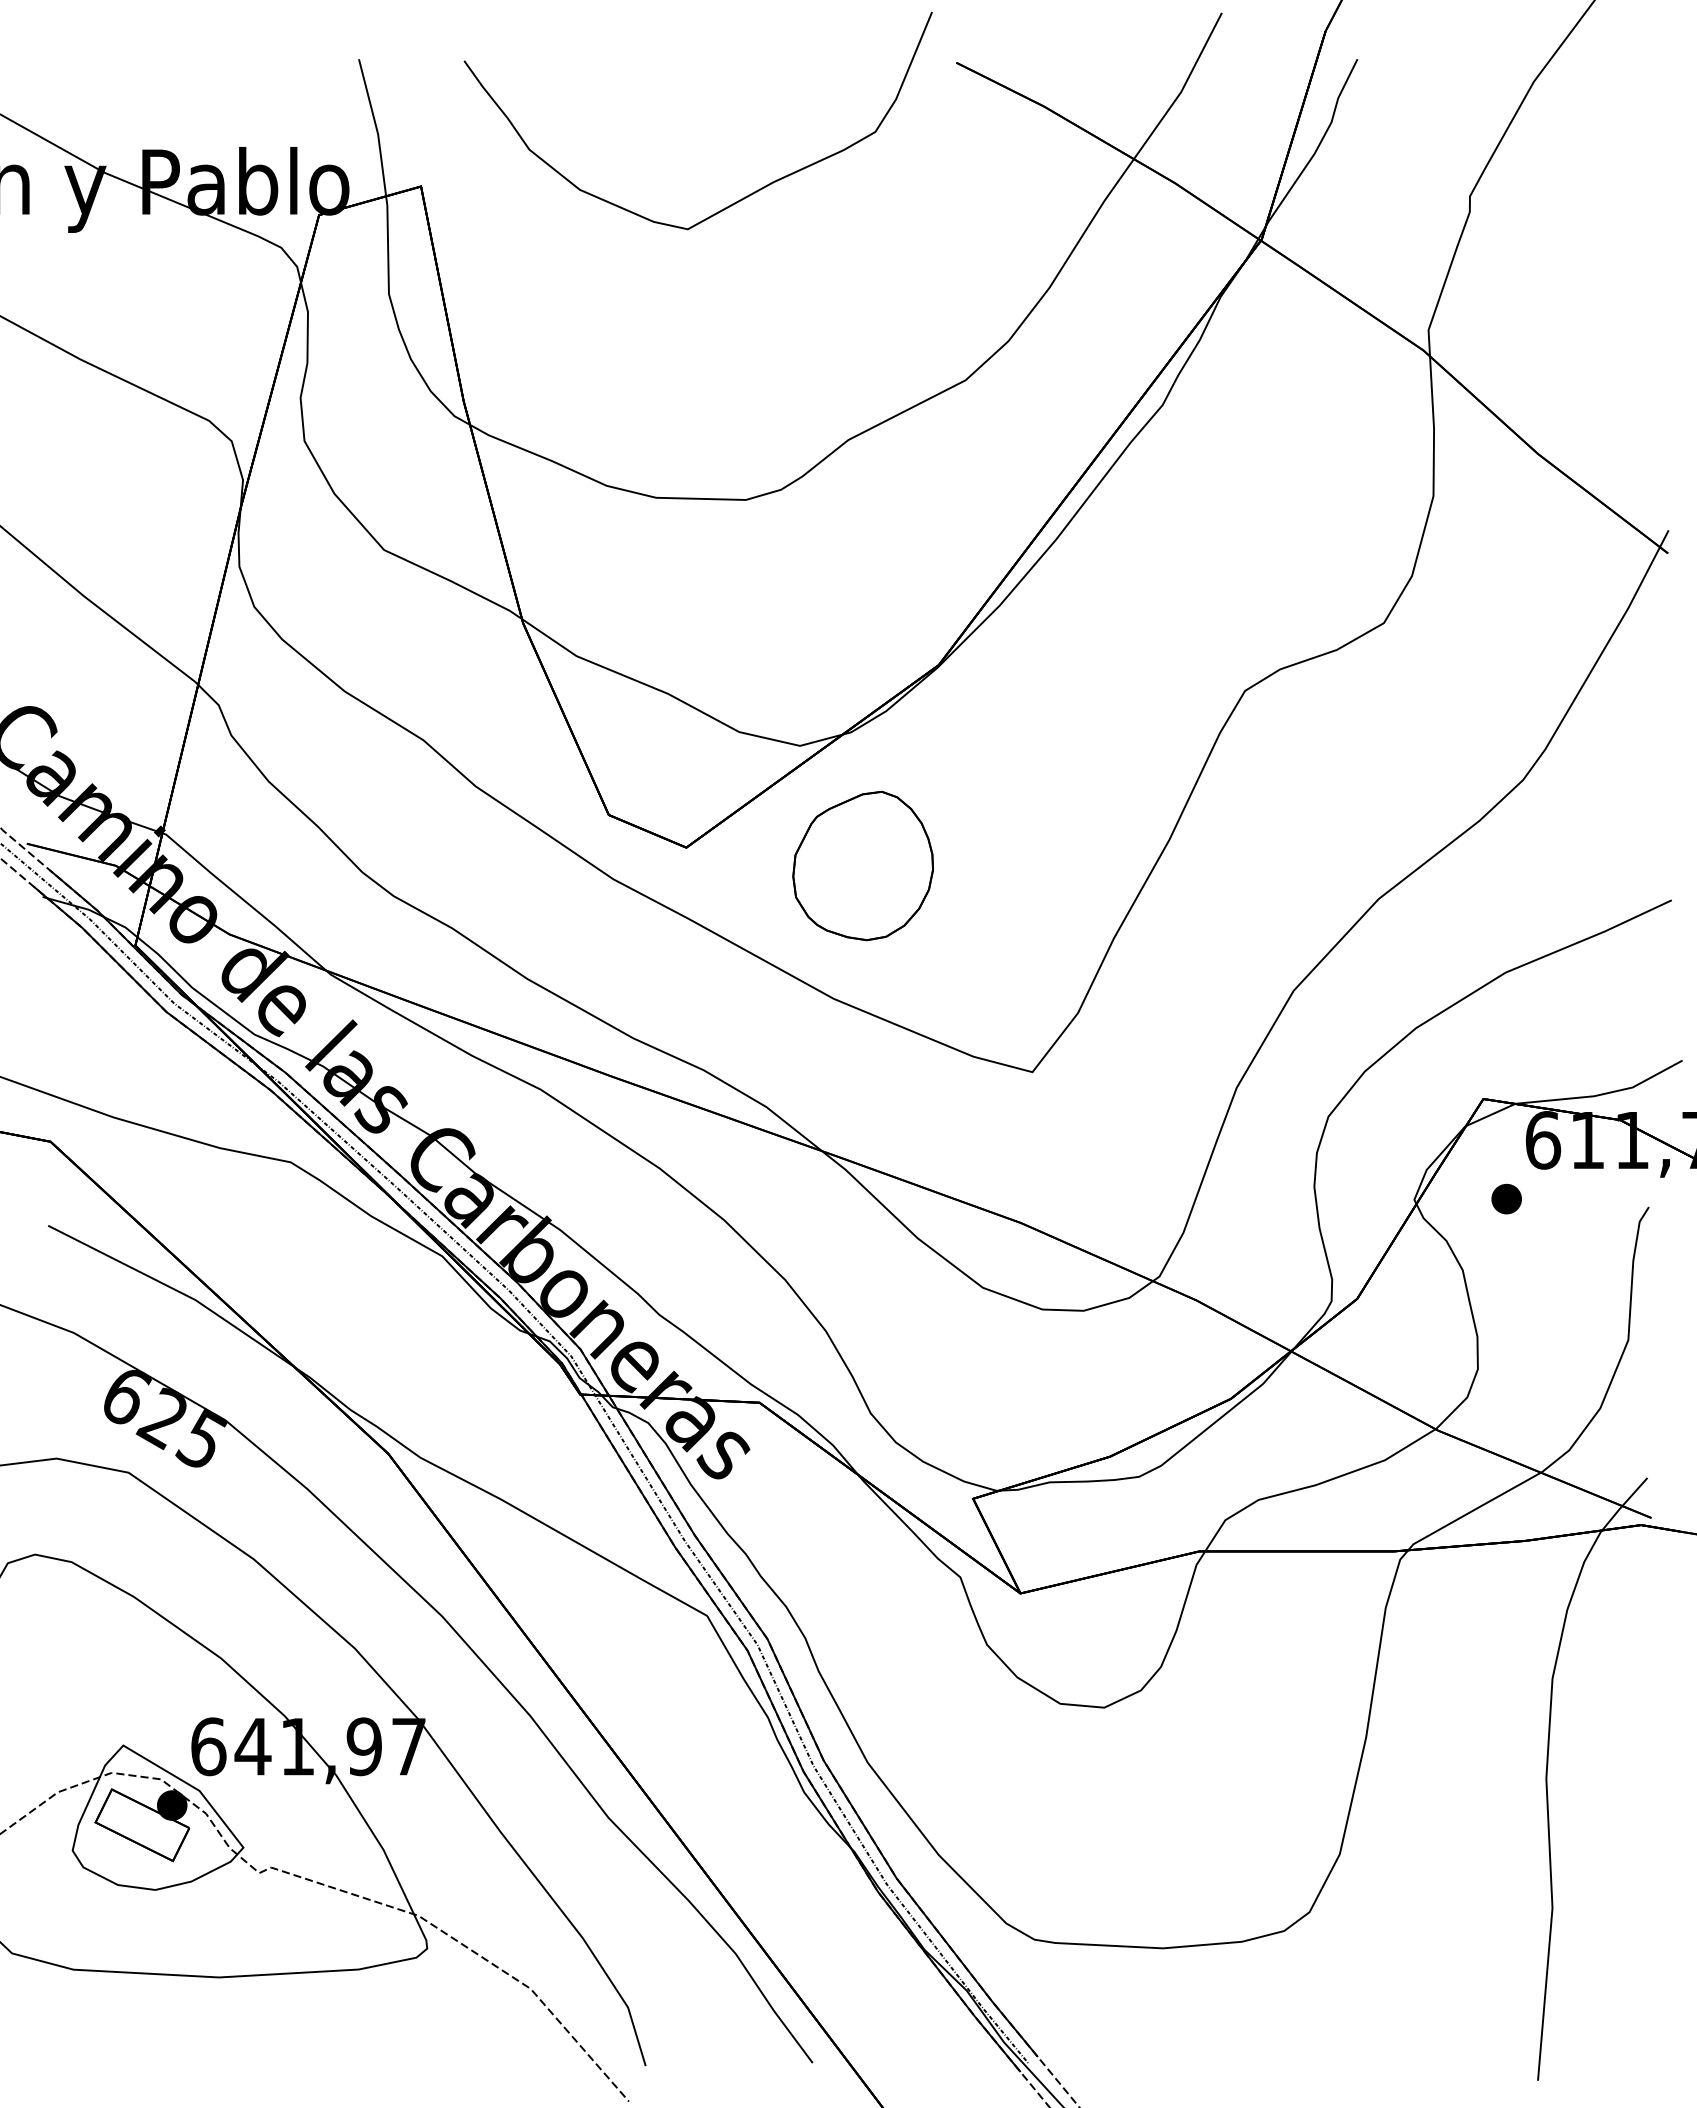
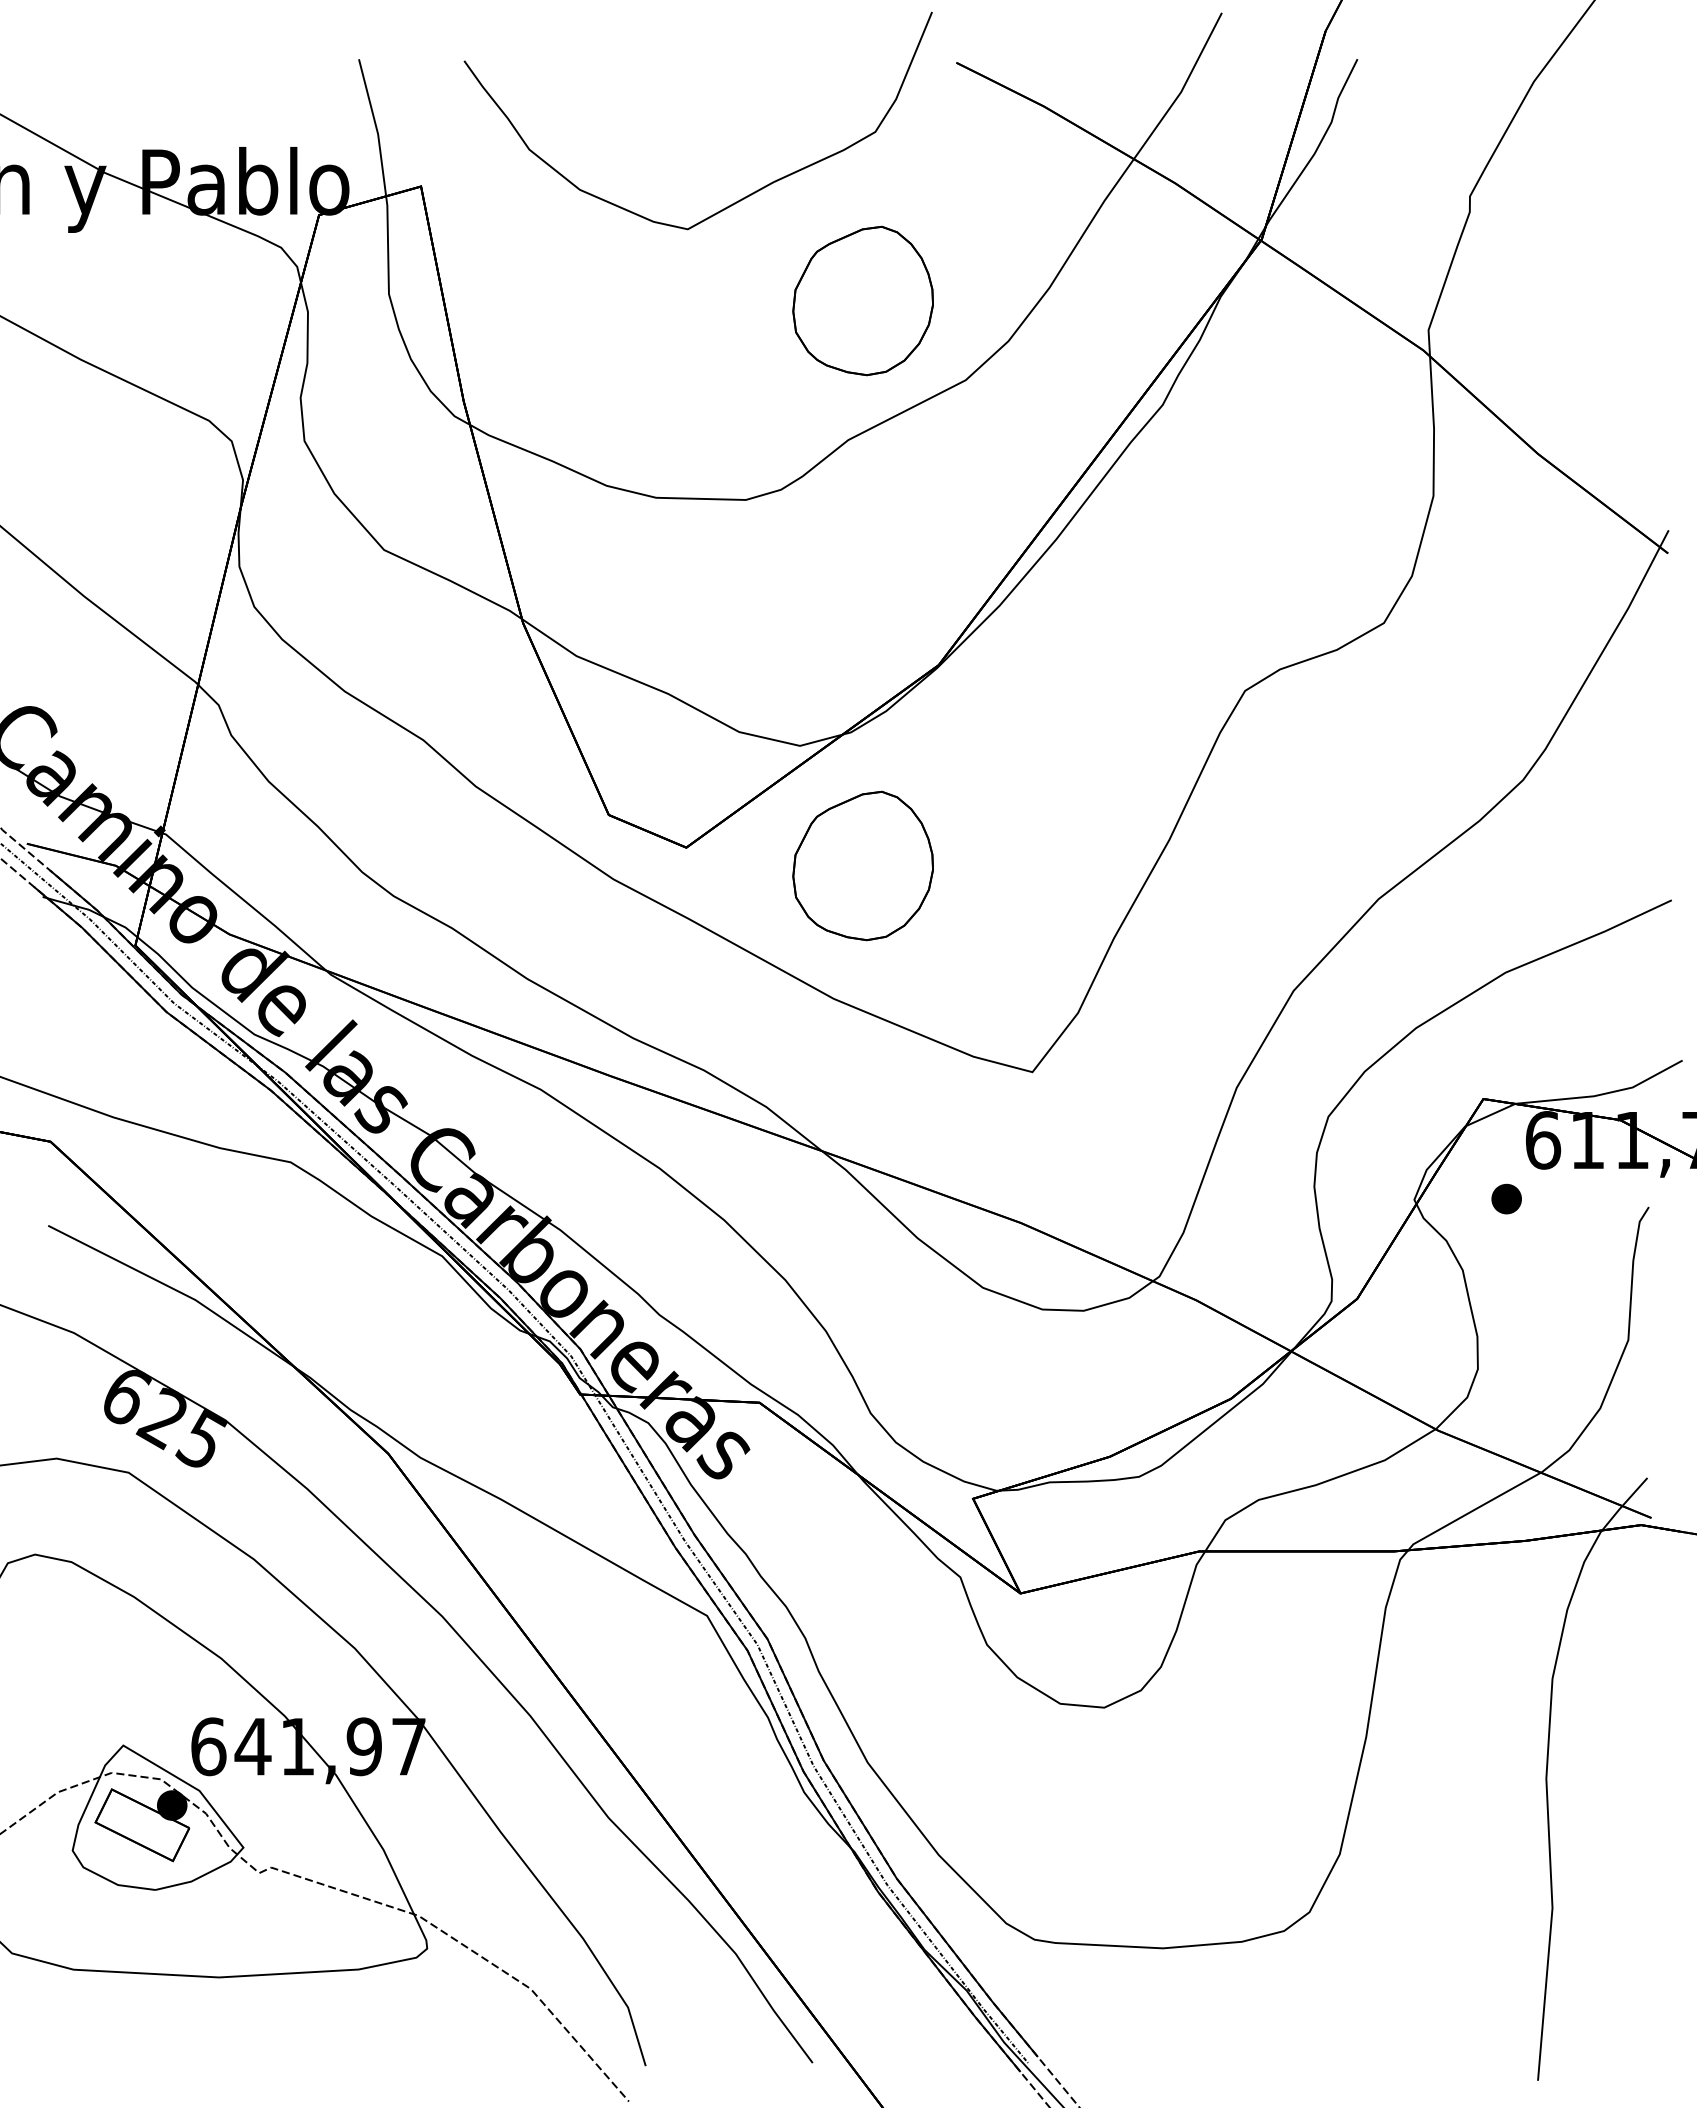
part at (862, 300): none -> present
